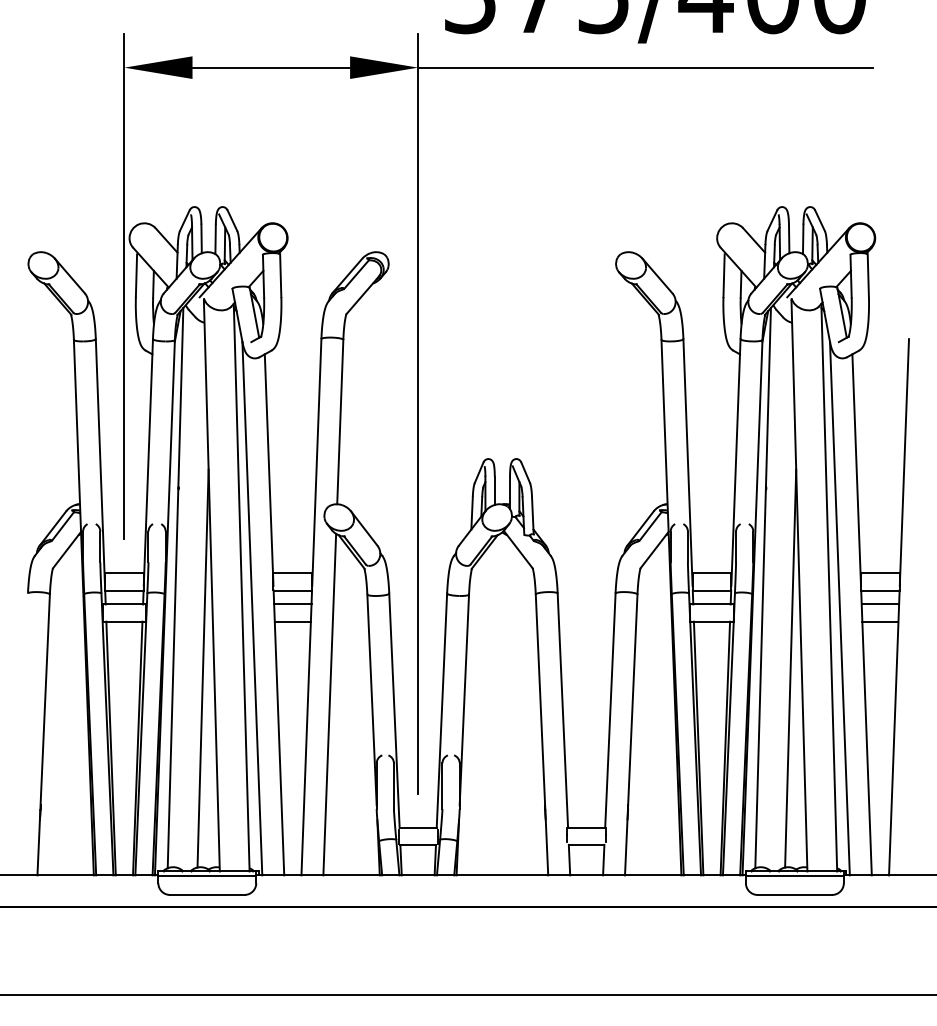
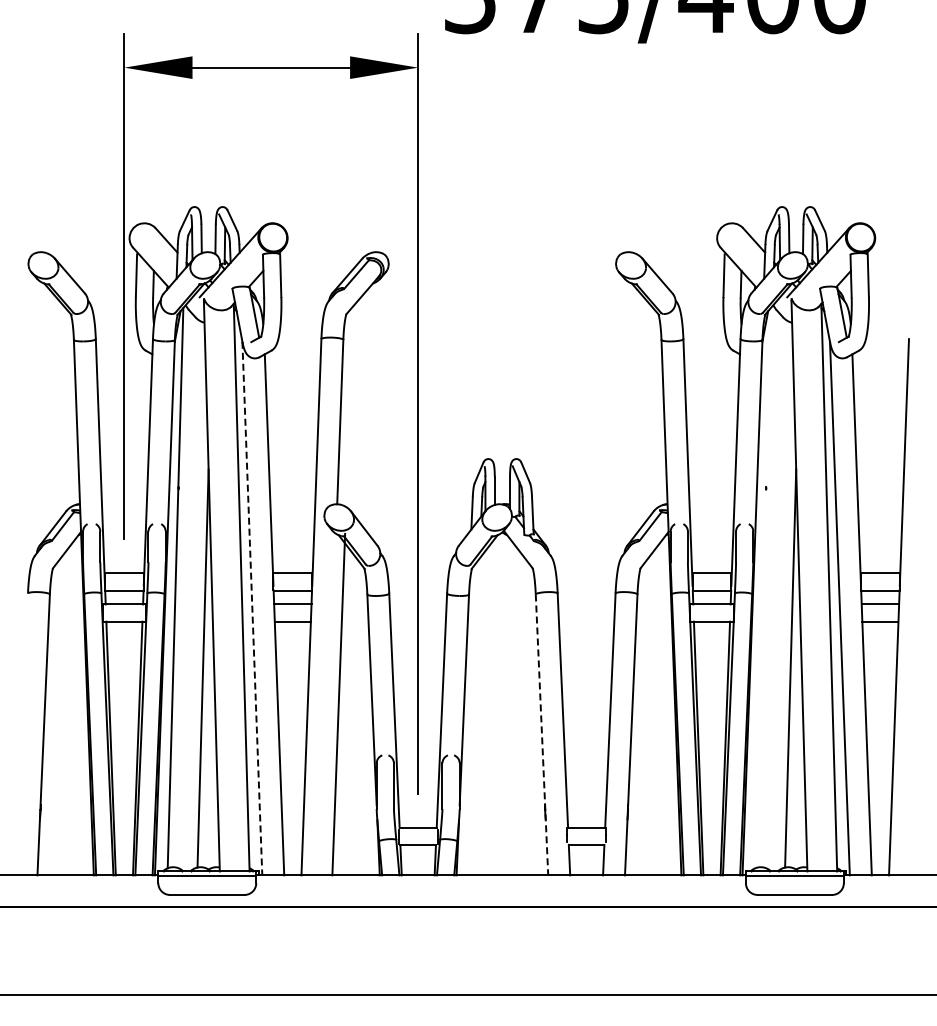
line at (645, 67): present -> none
line at (762, 587): present -> none
line at (252, 608): solid -> dashed
line at (329, 704) position: (329, 704) -> (338, 704)
line at (542, 734): solid -> dashed
